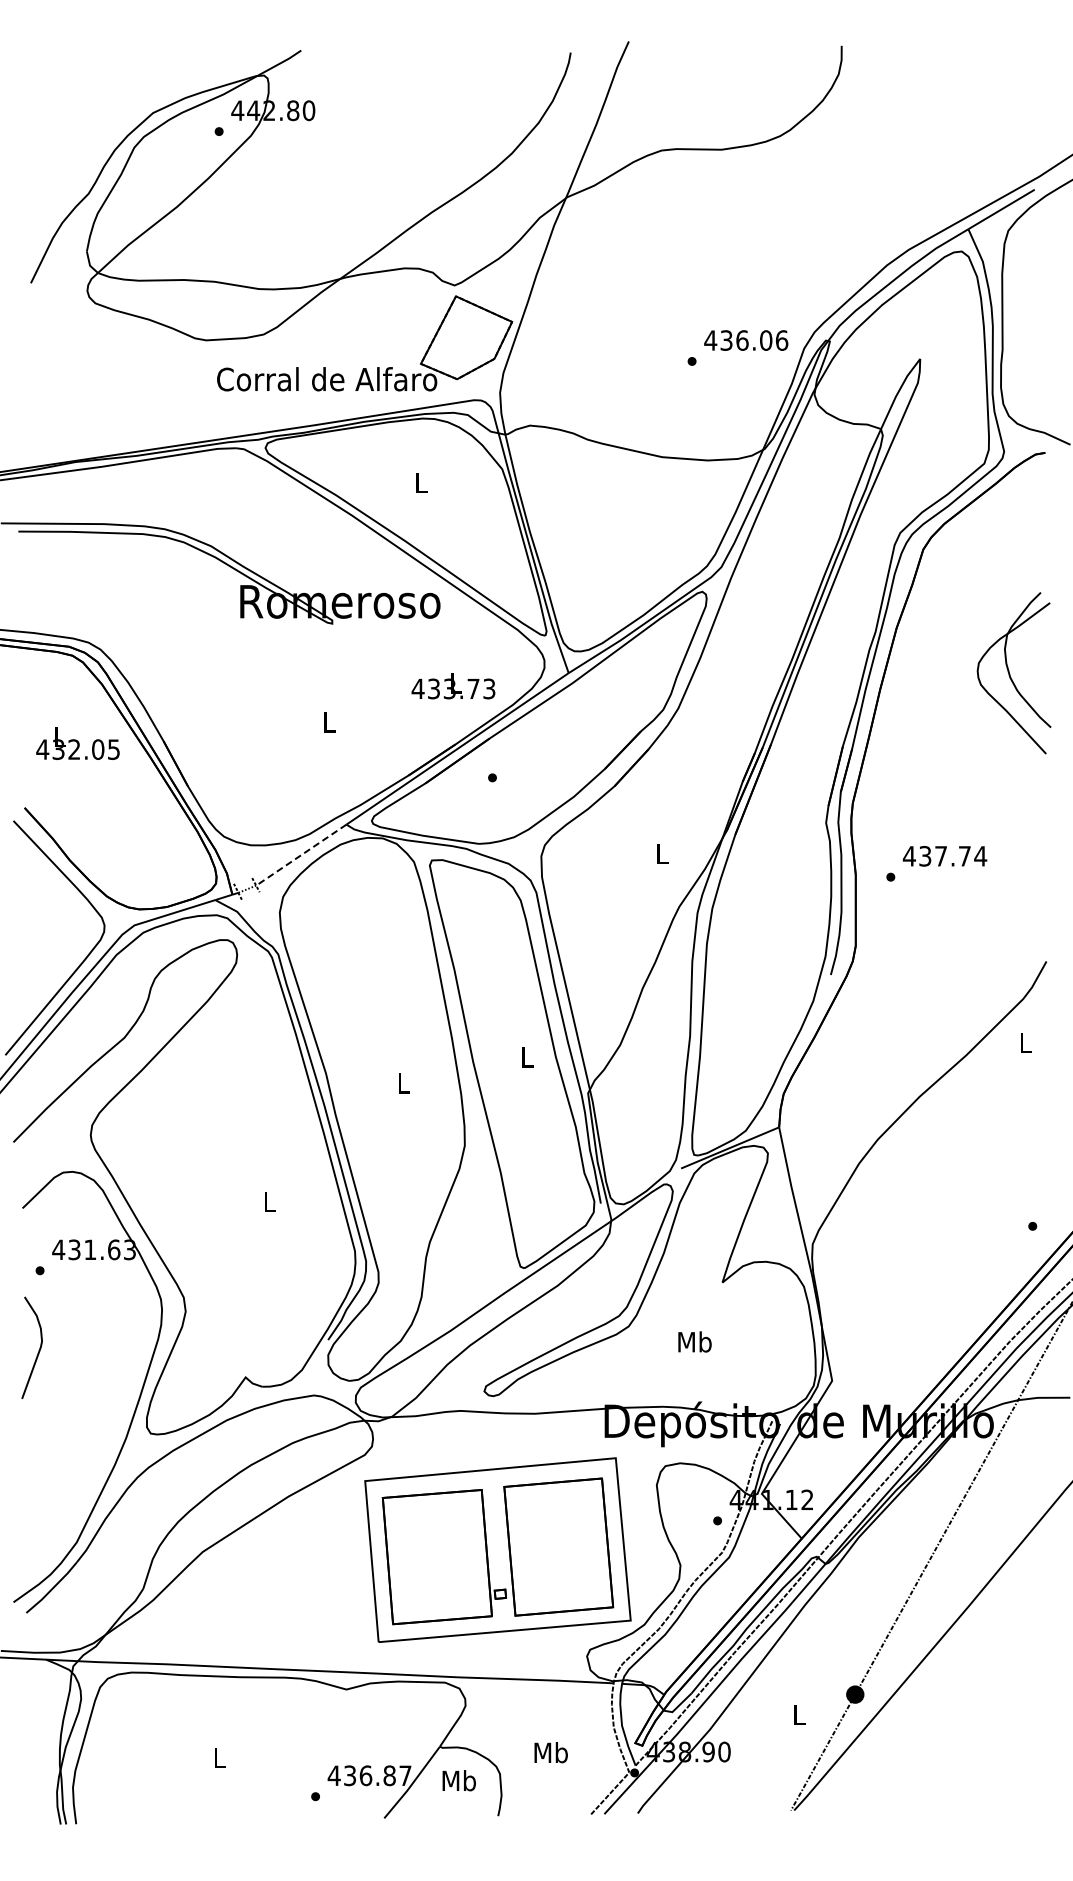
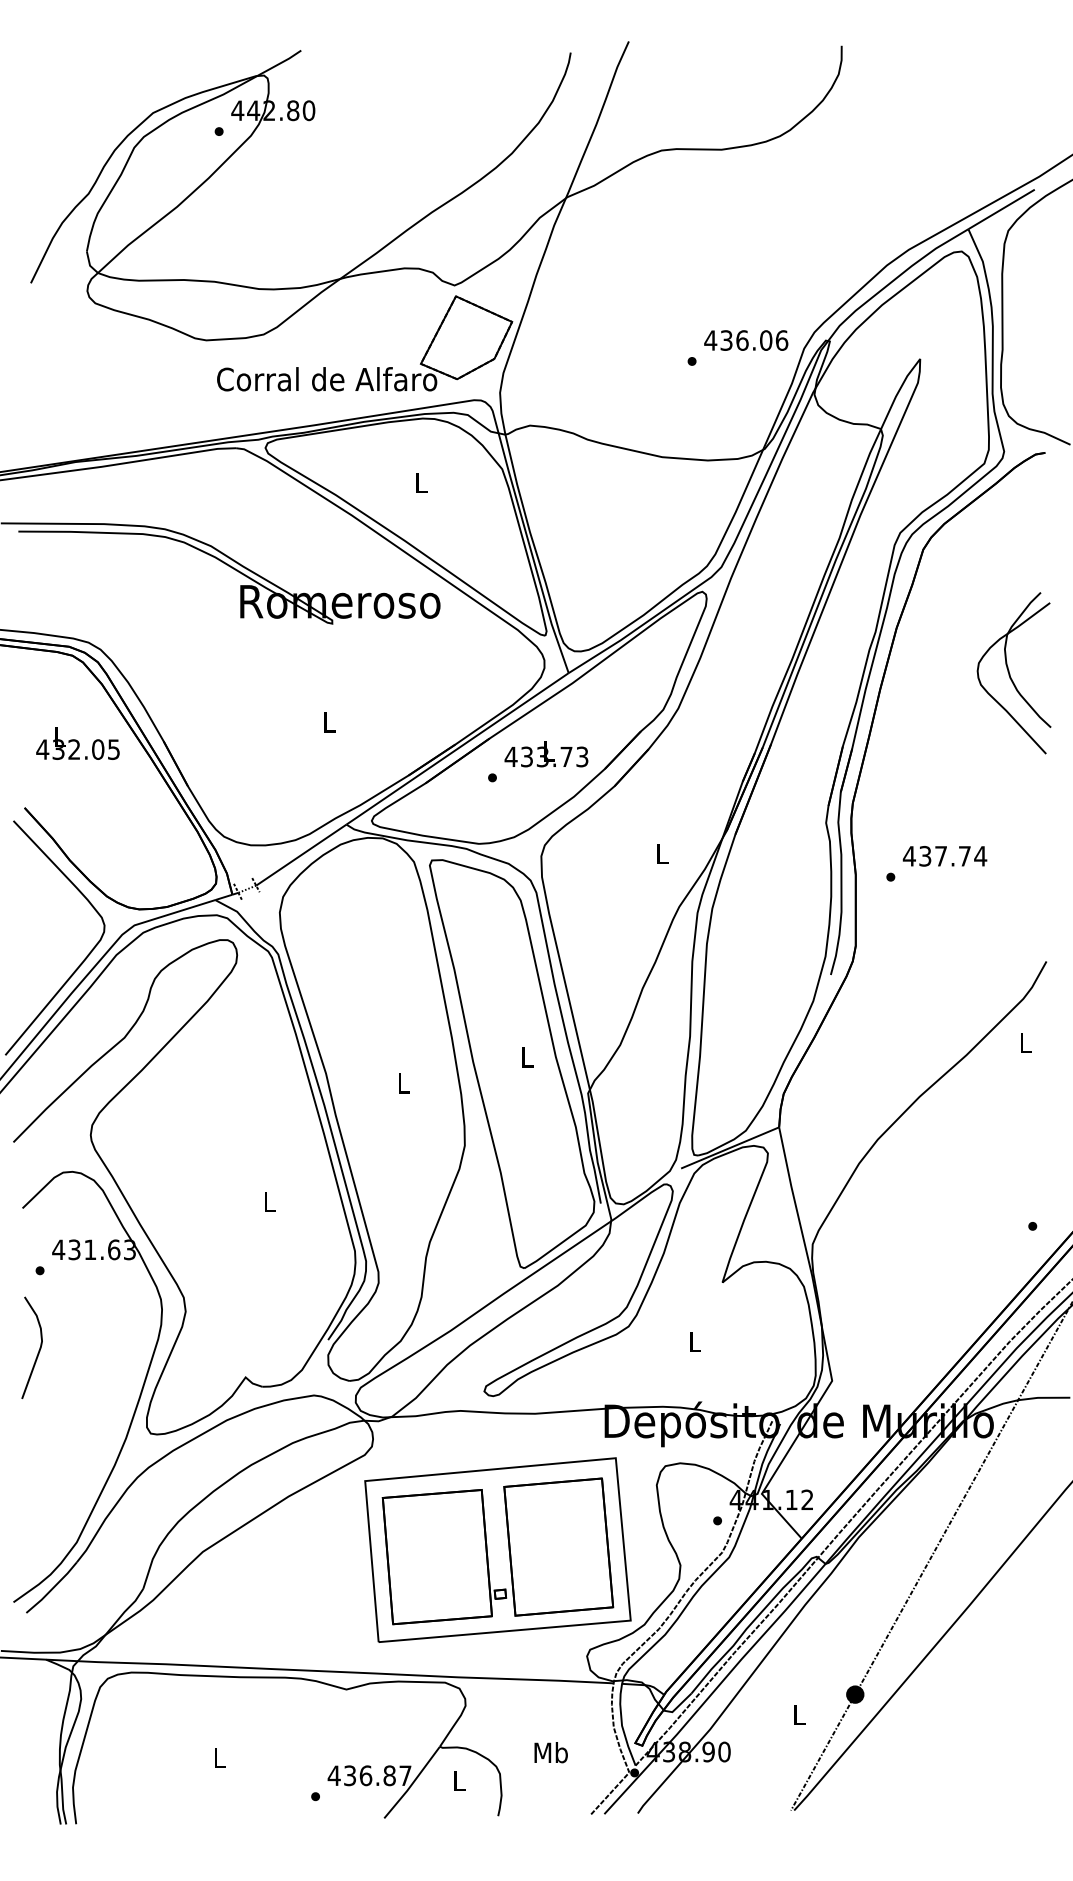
text at (453, 686) position: (453, 686) -> (546, 754)
line at (300, 855): dashed -> solid
text at (694, 1341): Mb -> L
text at (458, 1780): Mb -> L
